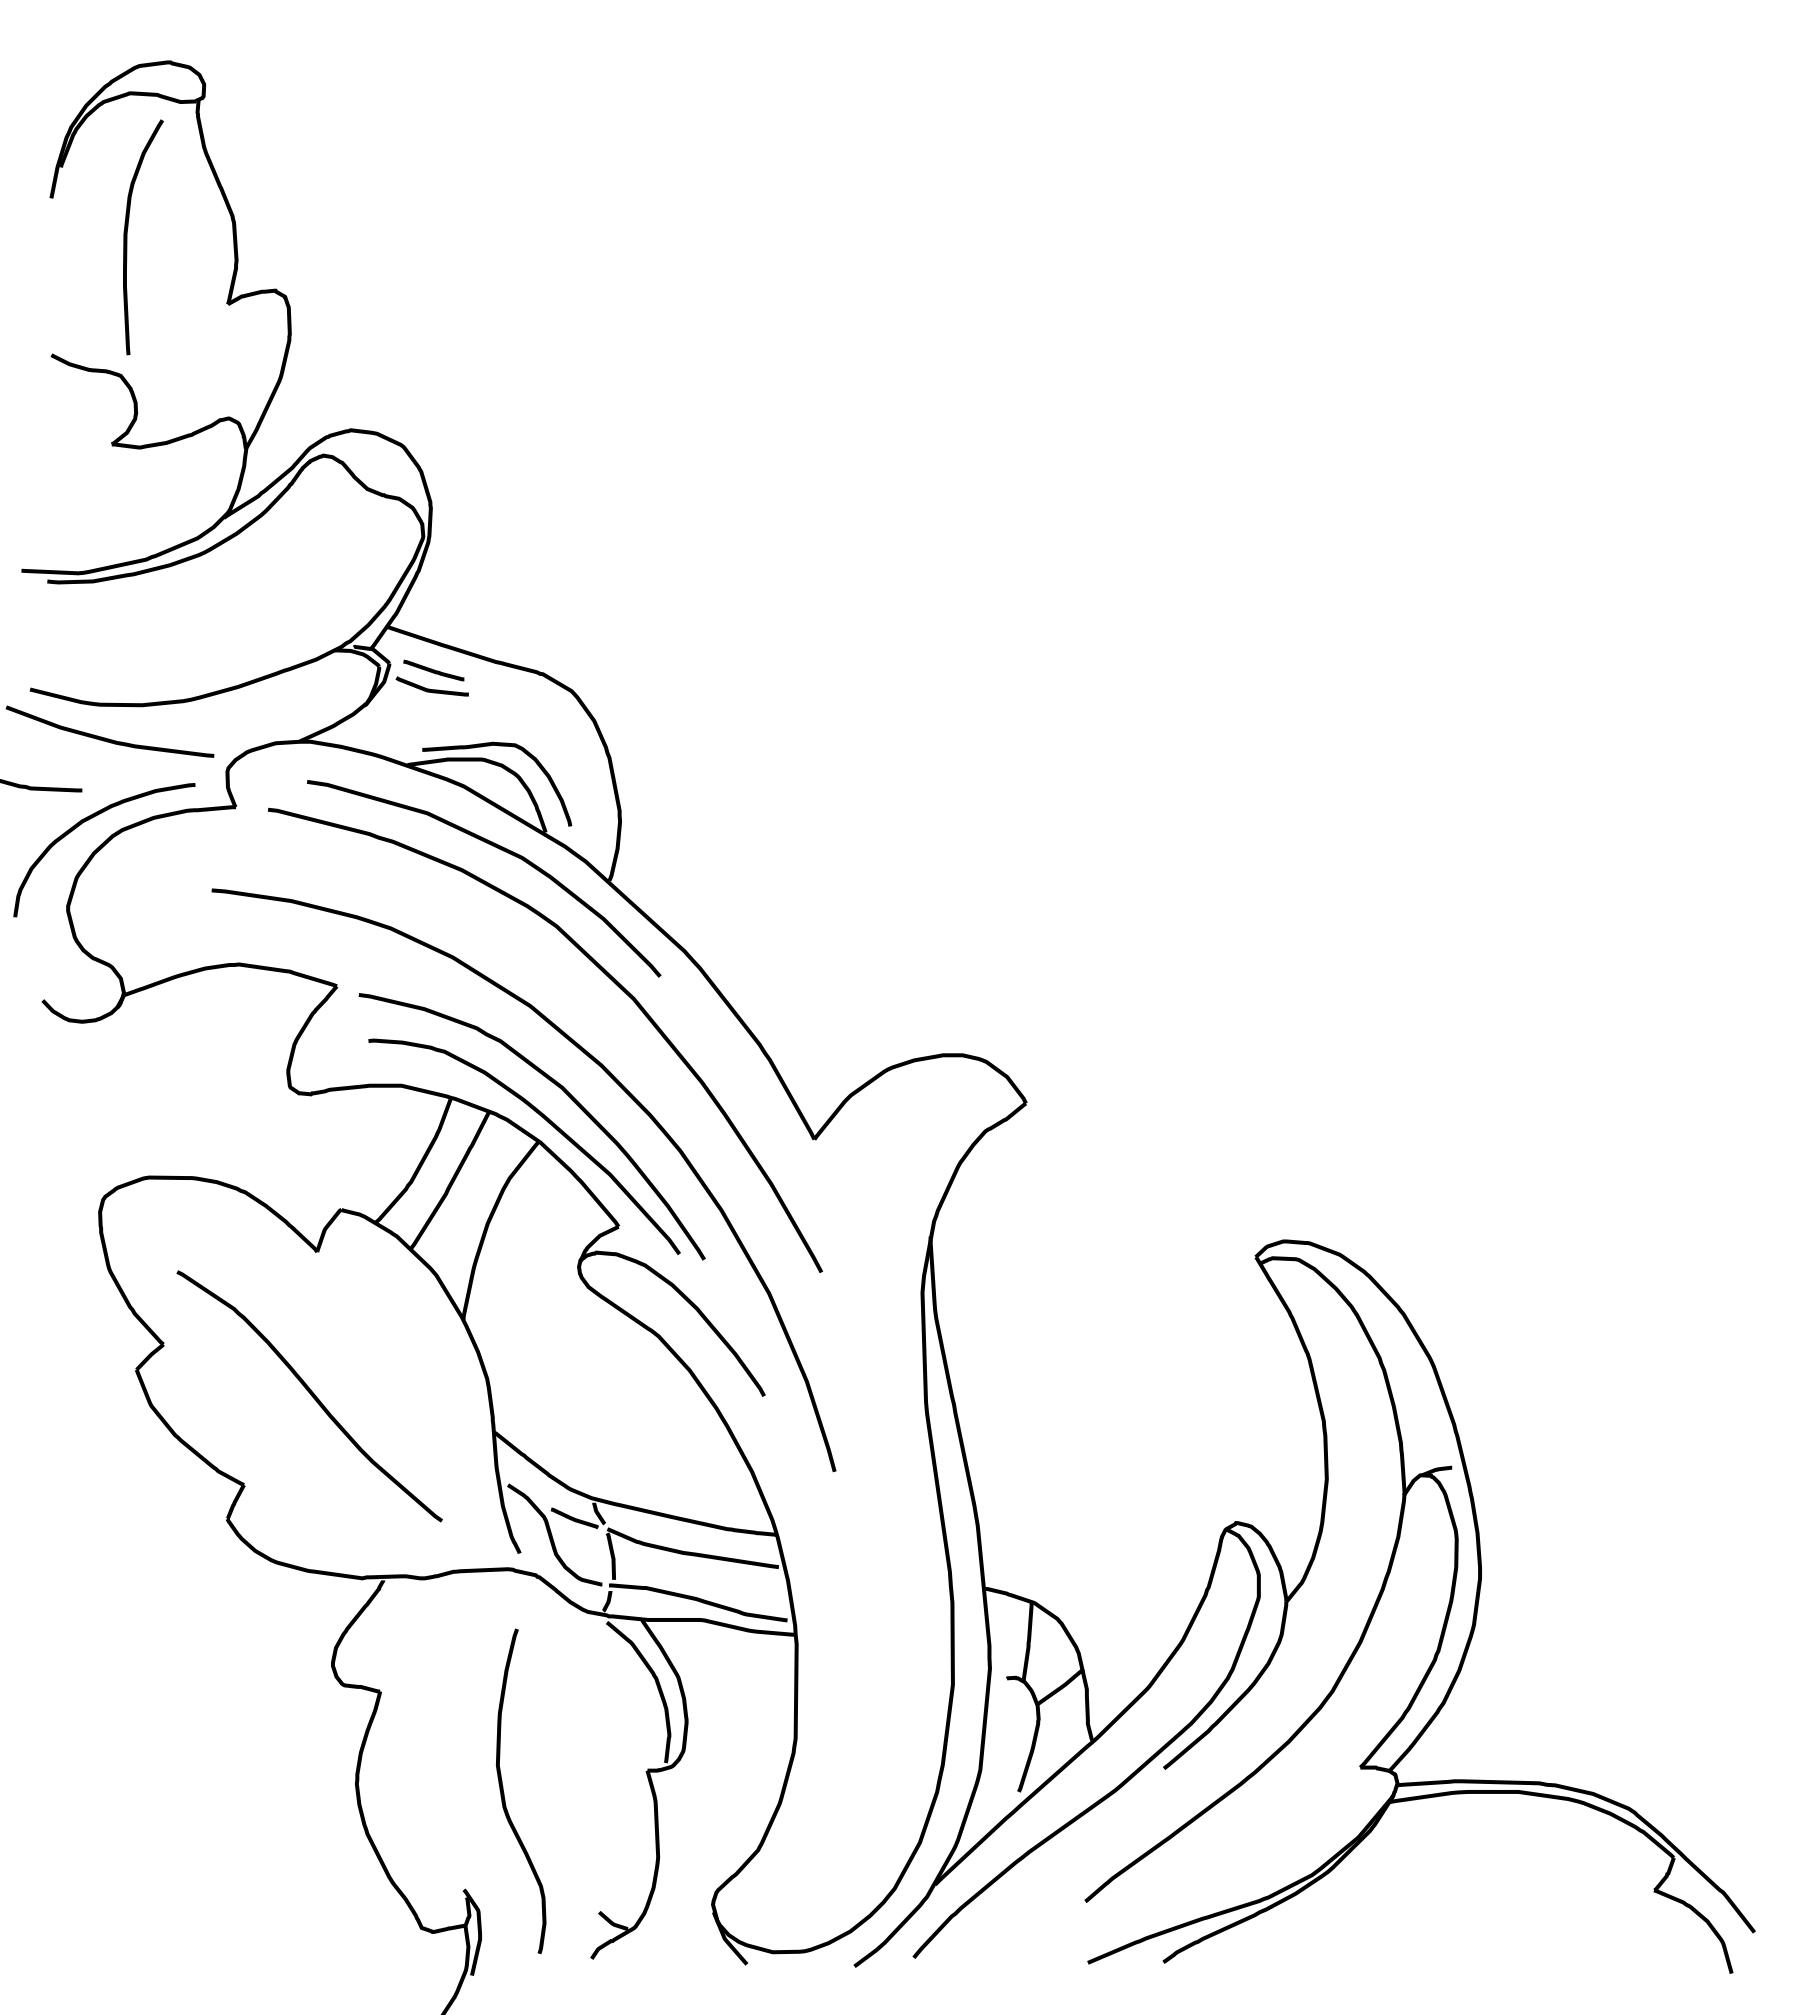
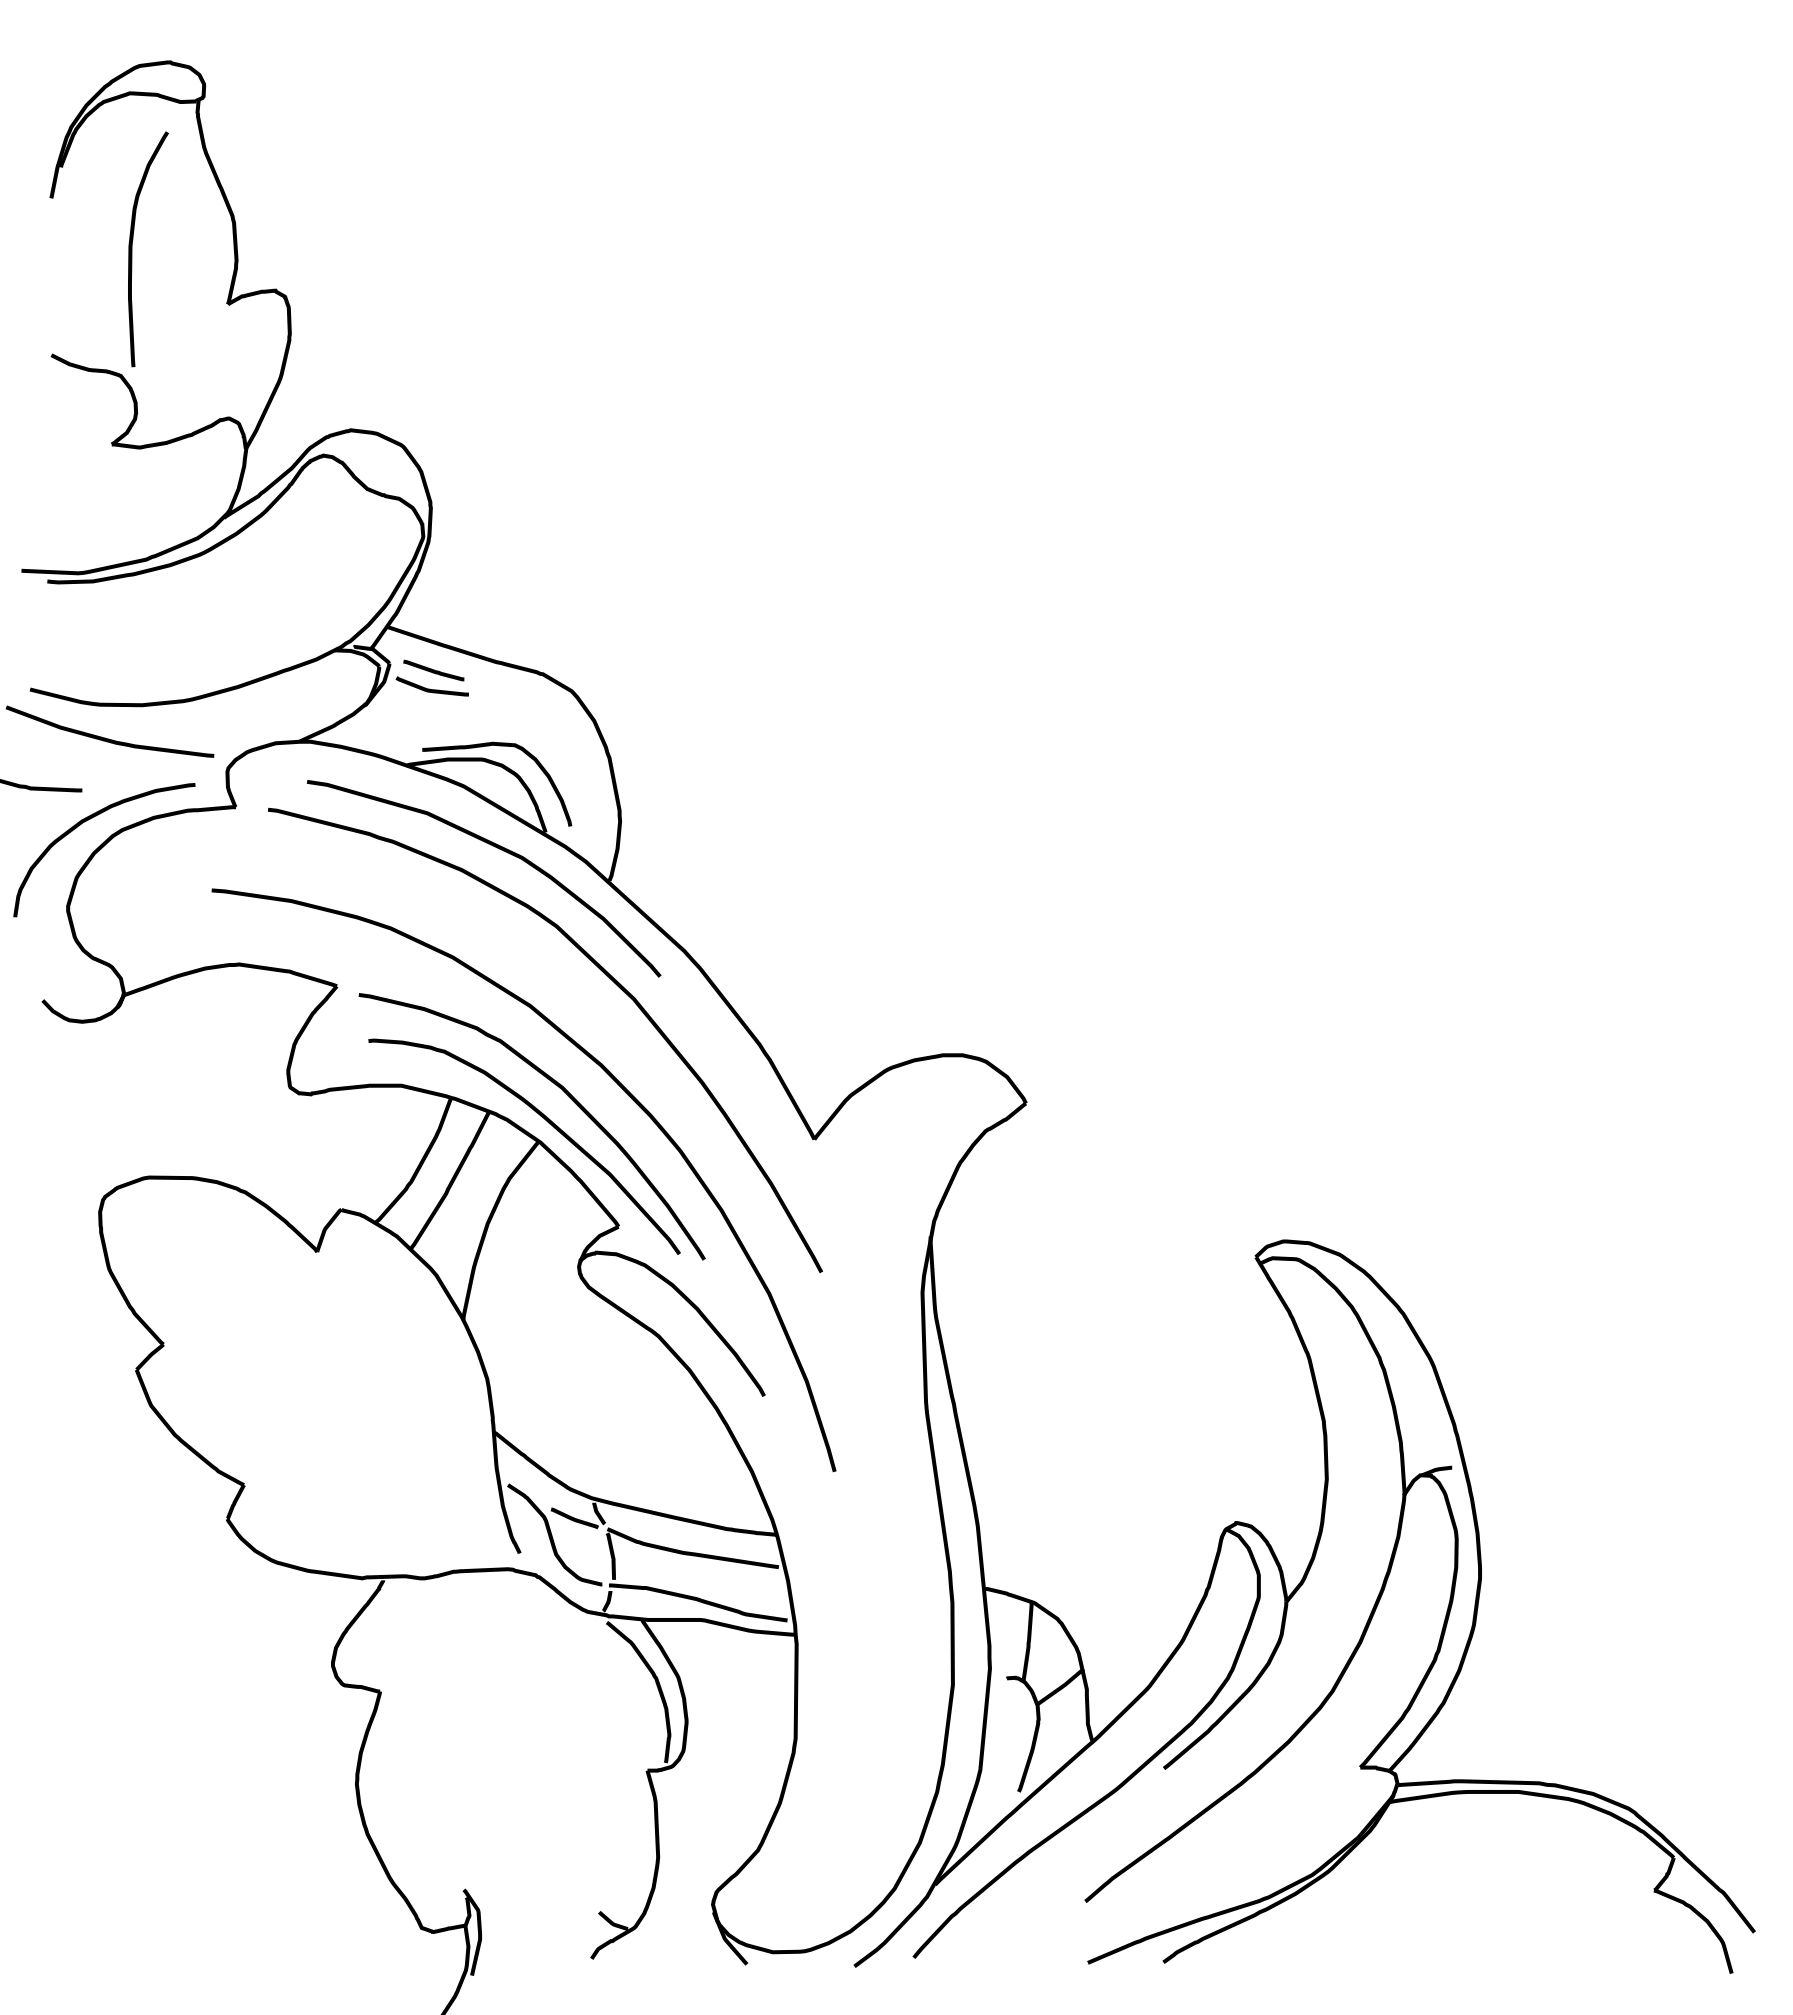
curve at (127, 237) position: (127, 237) -> (132, 249)
curve at (310, 1395): present -> none
curve at (504, 1792): present -> none
